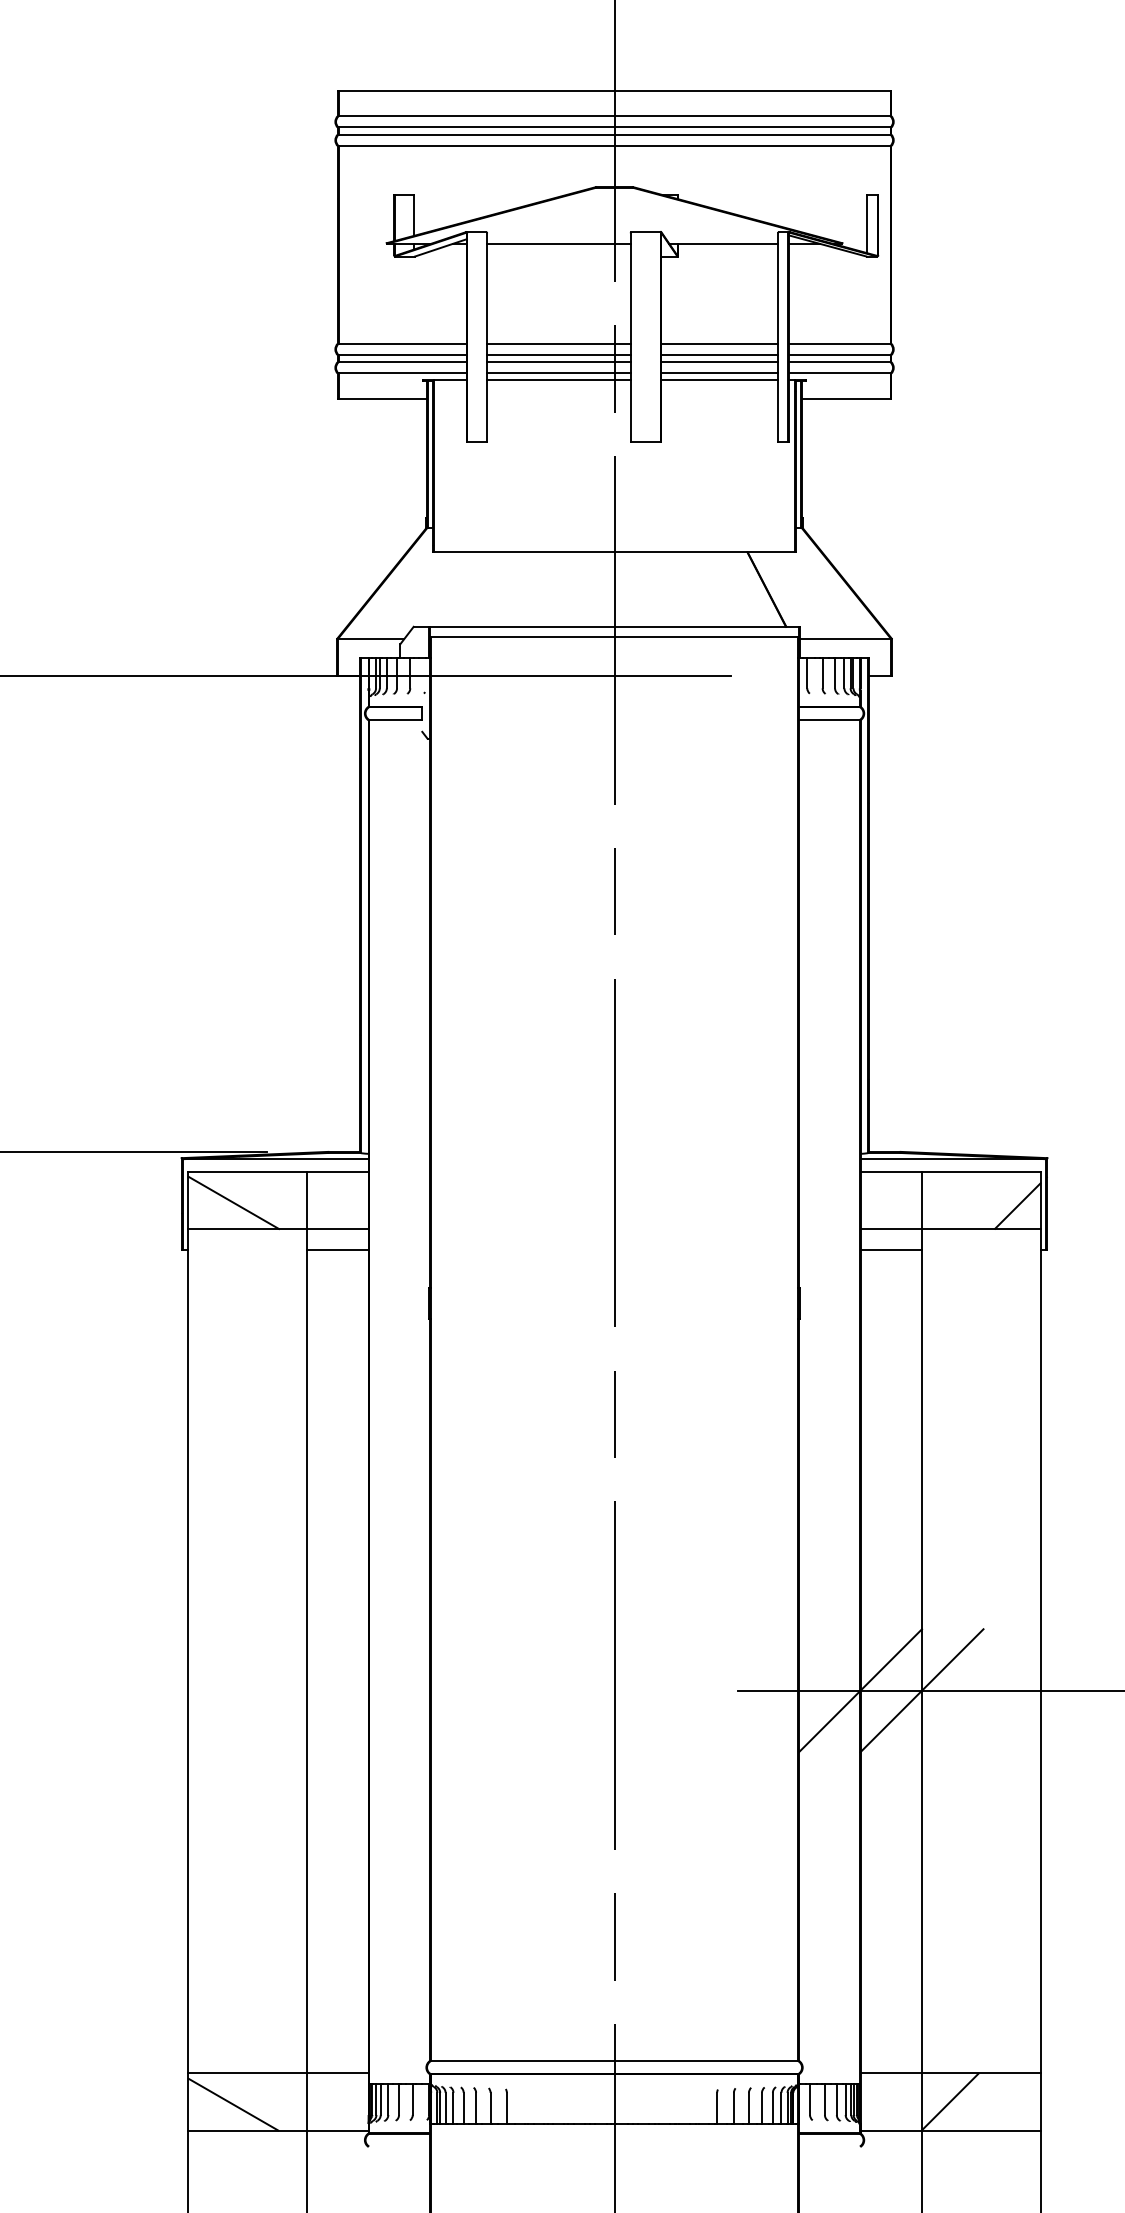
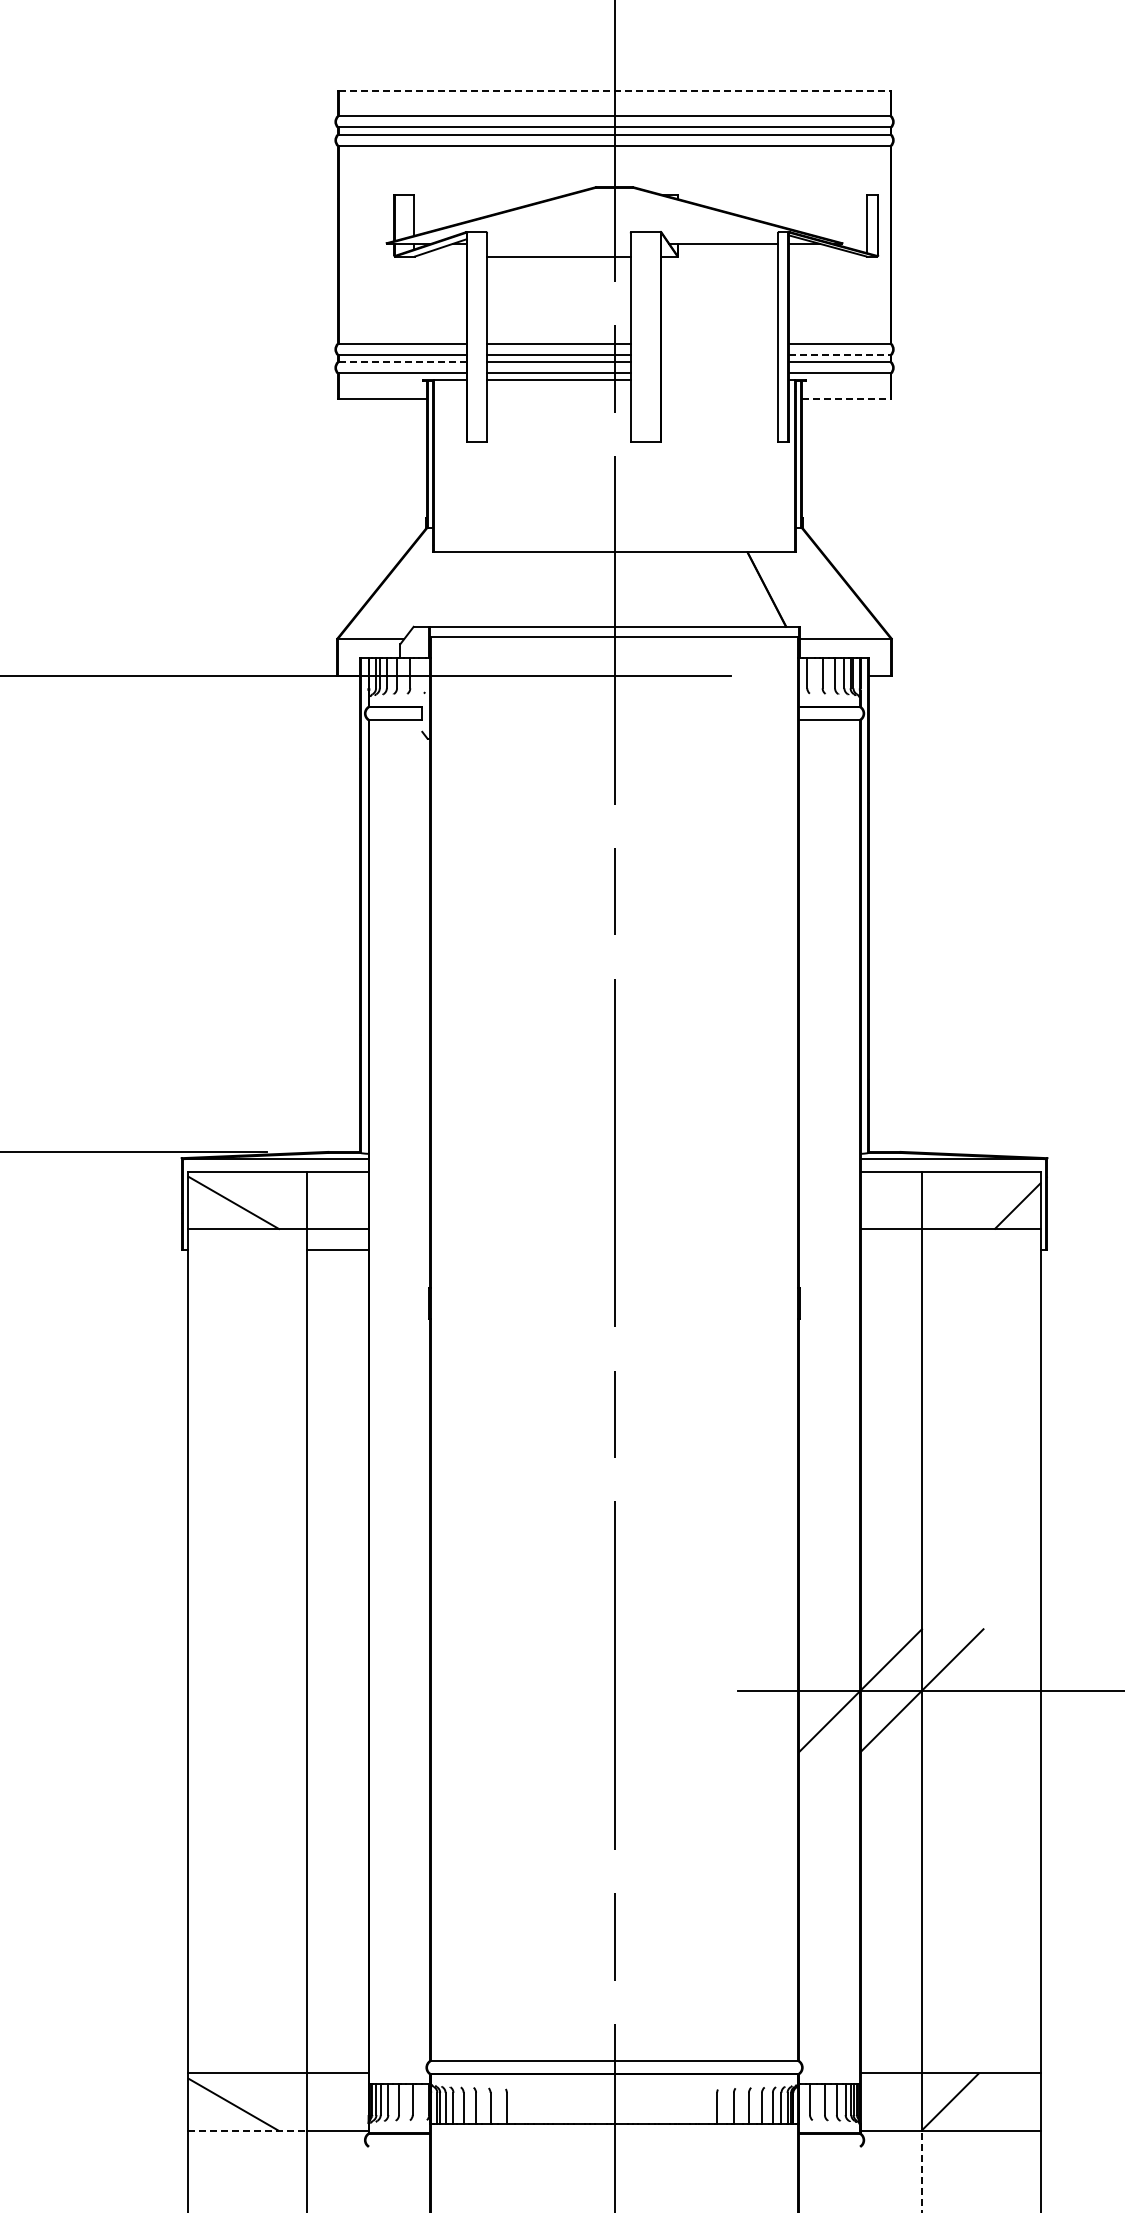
line at (615, 91): solid -> dashed
line at (558, 243) position: (558, 243) -> (558, 256)
line at (719, 343): present -> none
line at (719, 354): present -> none
line at (839, 354): solid -> dashed
line at (403, 362): solid -> dashed
line at (719, 362): present -> none
line at (719, 373): present -> none
line at (719, 380): present -> none
line at (846, 398): solid -> dashed
line at (891, 1250): present -> none
line at (247, 2130): solid -> dashed
line at (922, 2171): solid -> dashed
